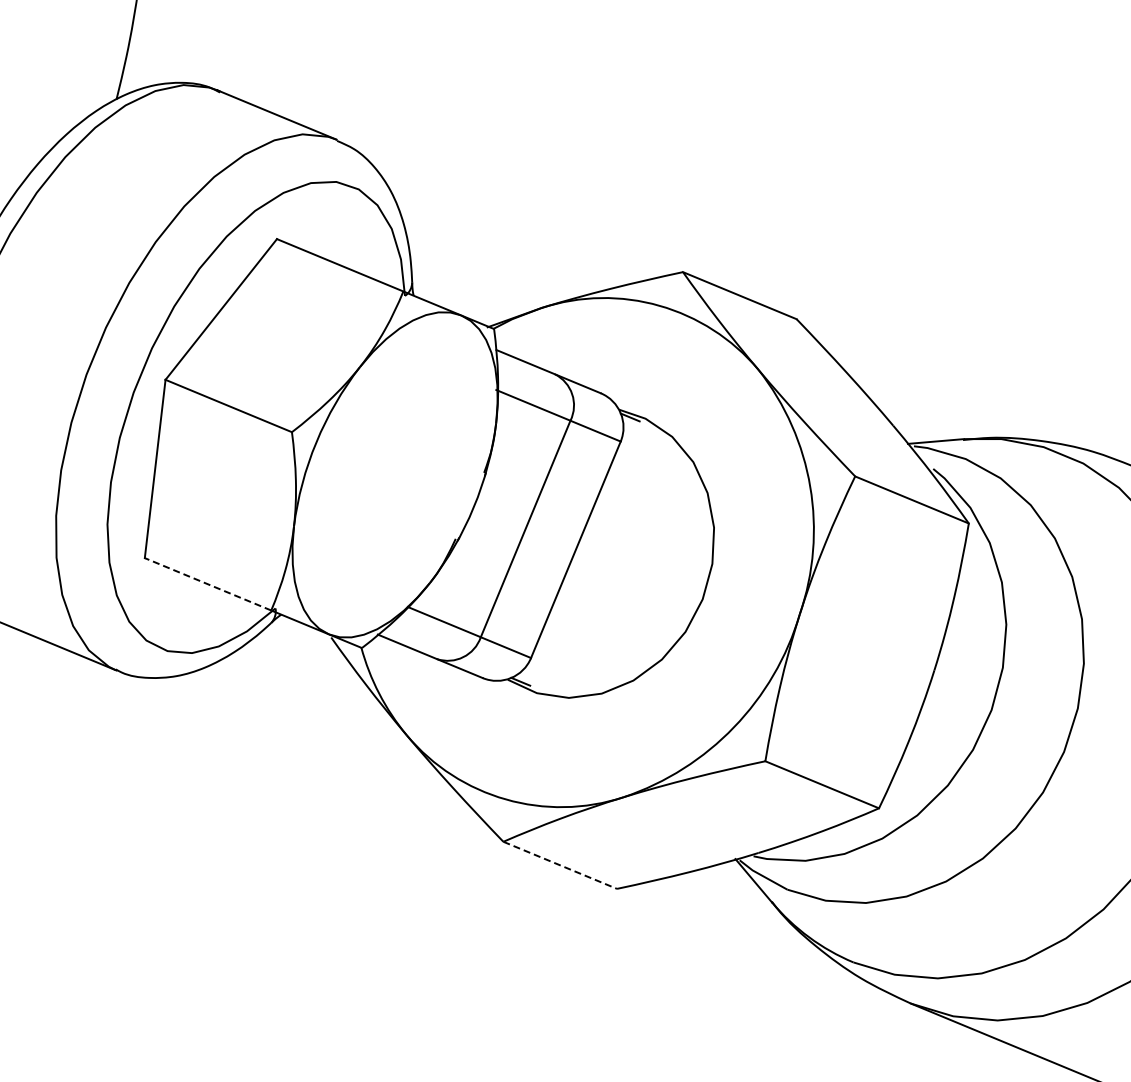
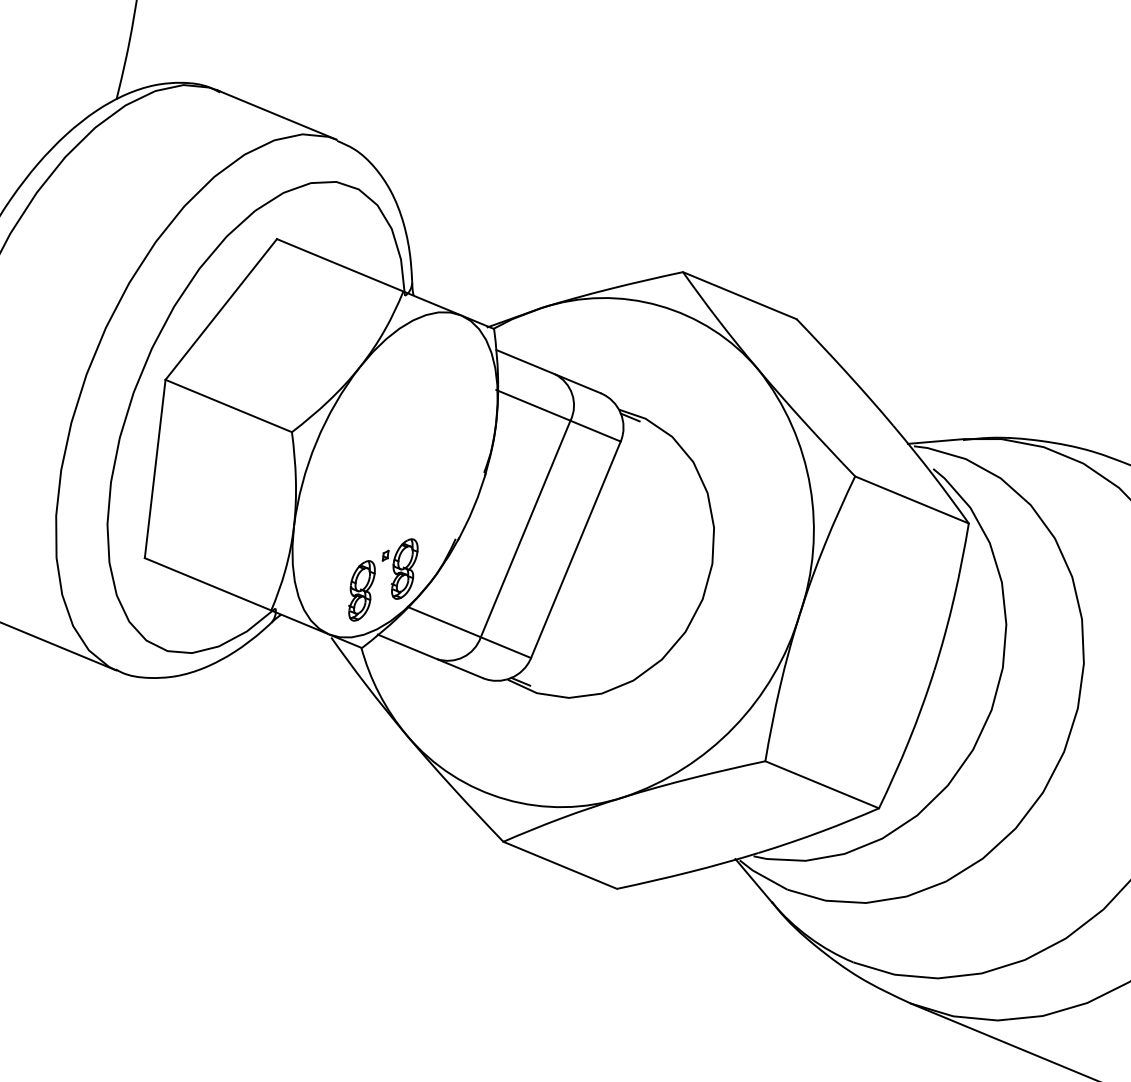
part at (375, 576): none -> present
line at (207, 584): dashed -> solid
line at (560, 865): dashed -> solid
